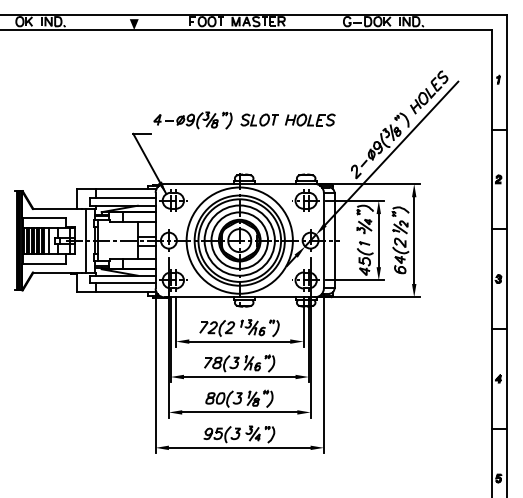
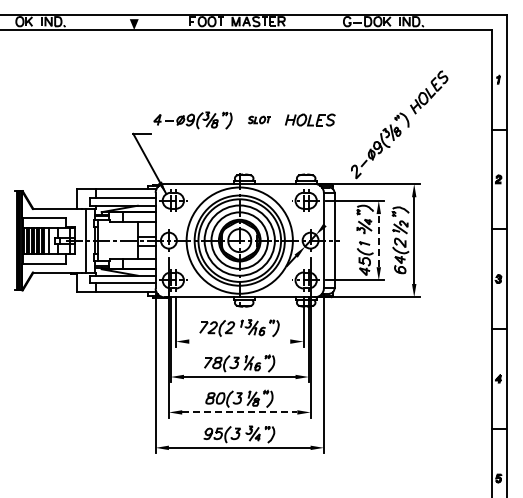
part at (259, 119) size: 39x14 px -> 23x10 px
line at (391, 153): present -> none
line at (378, 240): solid -> dashed
line at (239, 341): present -> none
line at (239, 412): solid -> dashed
